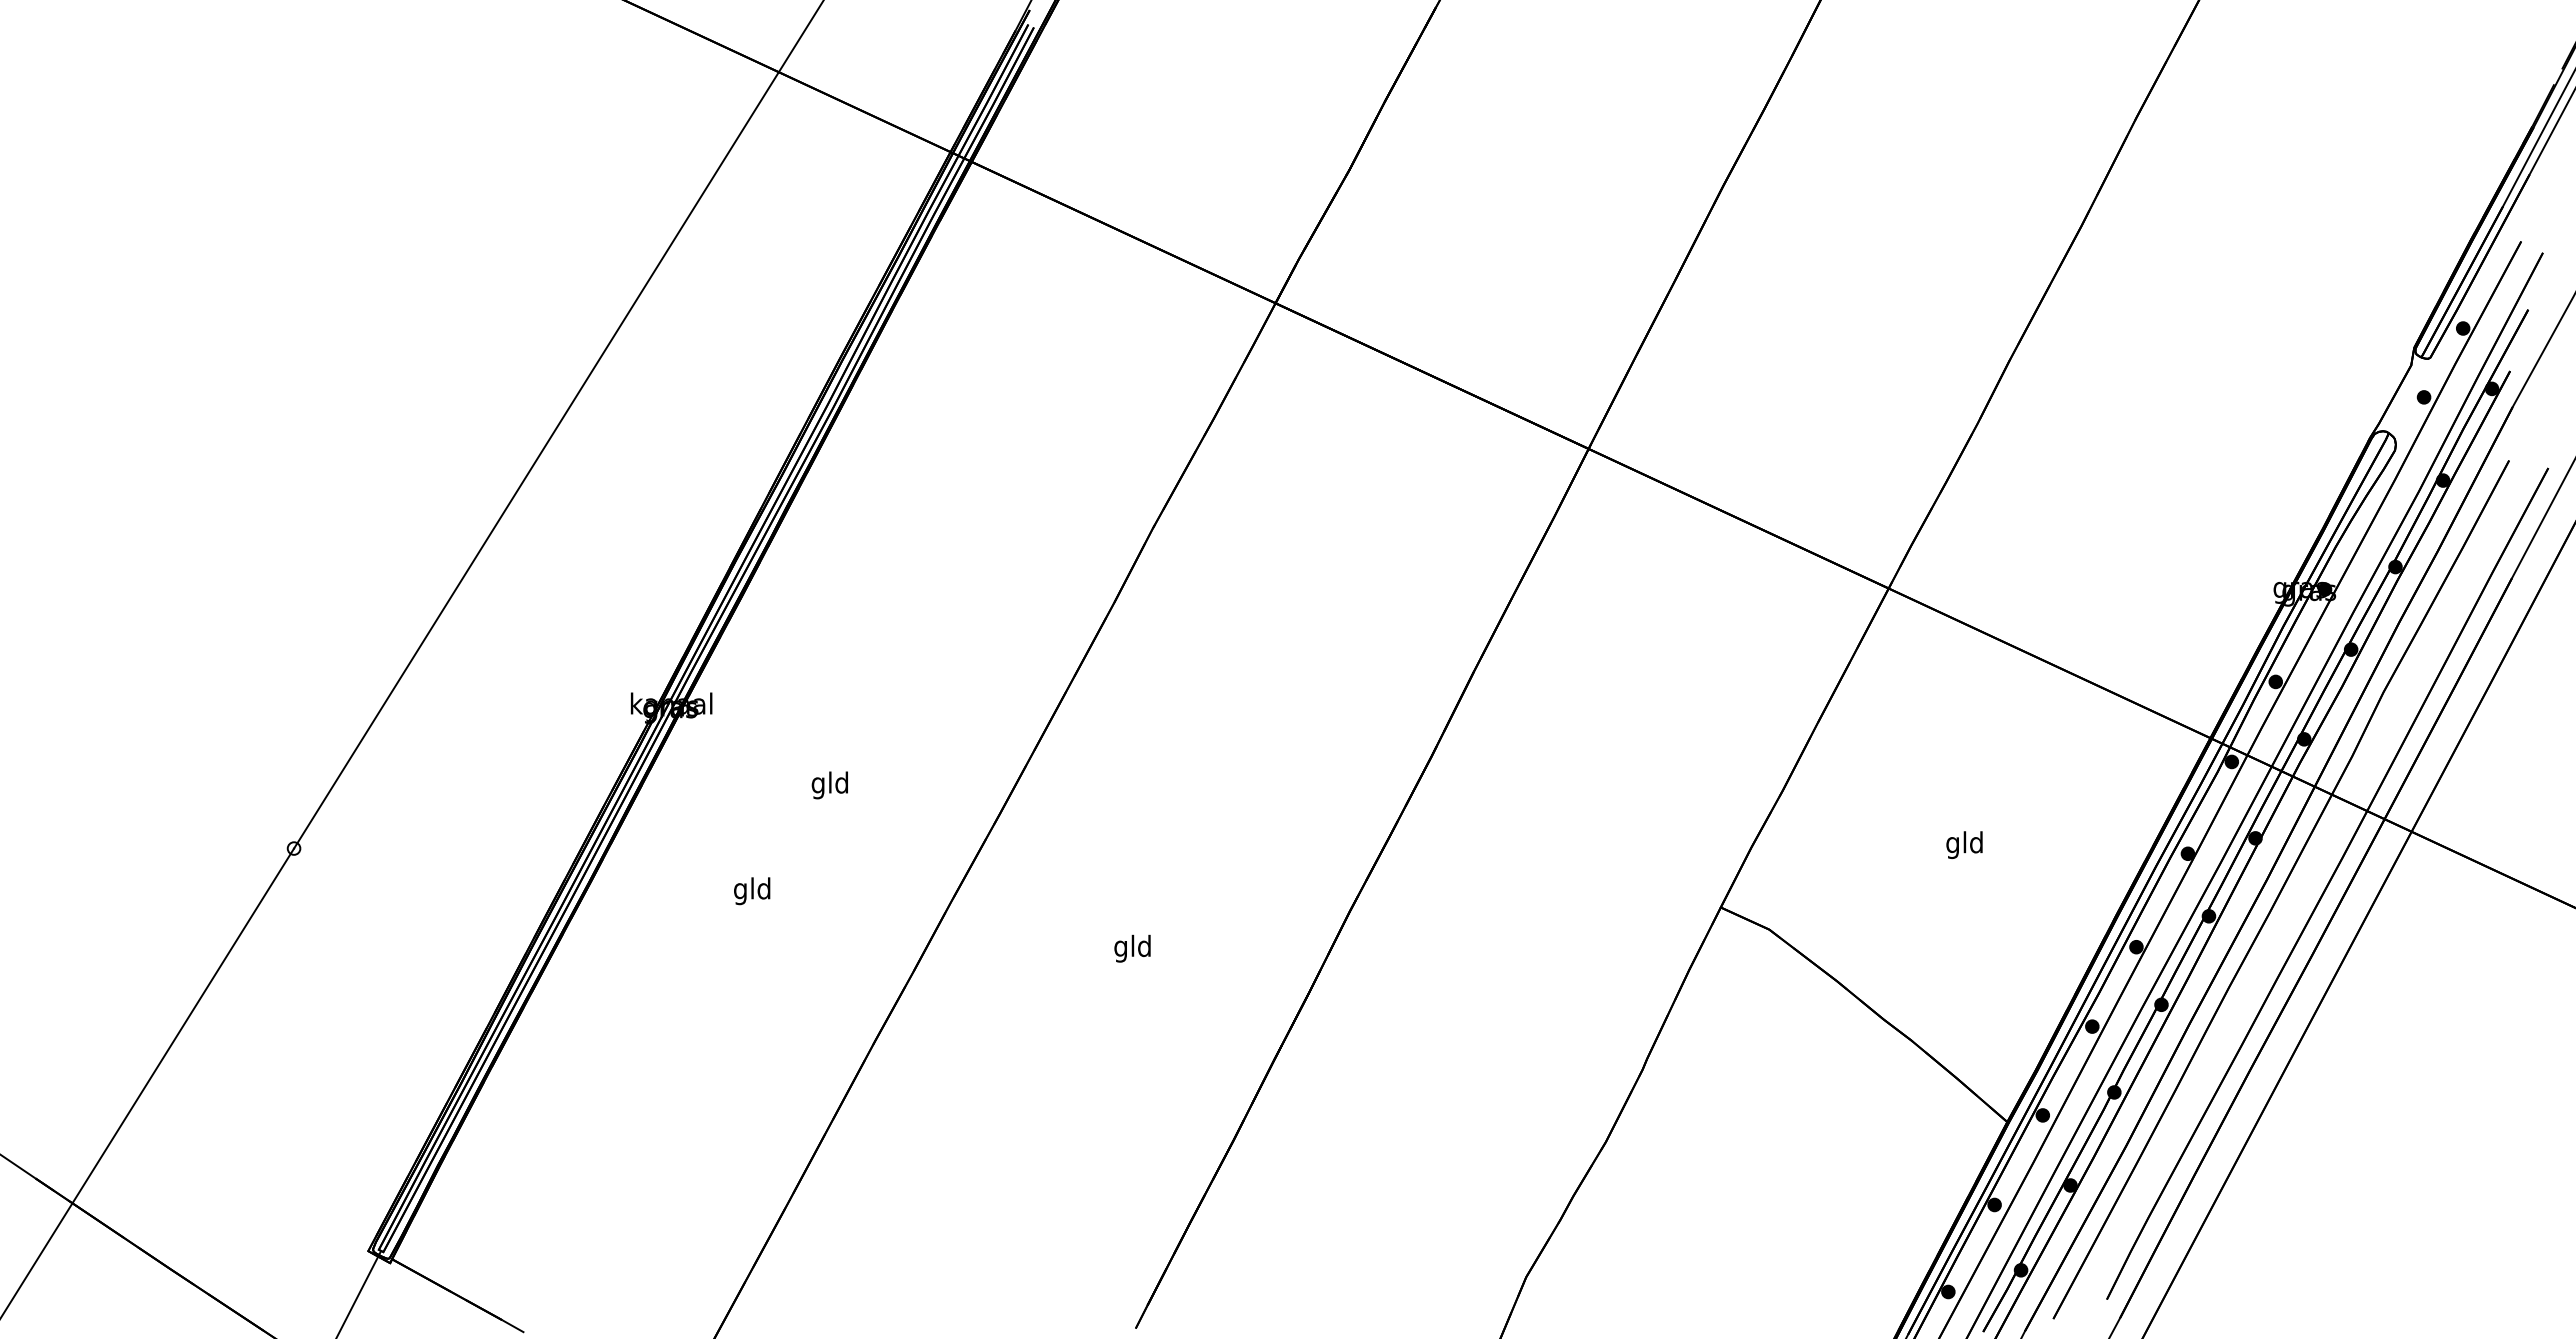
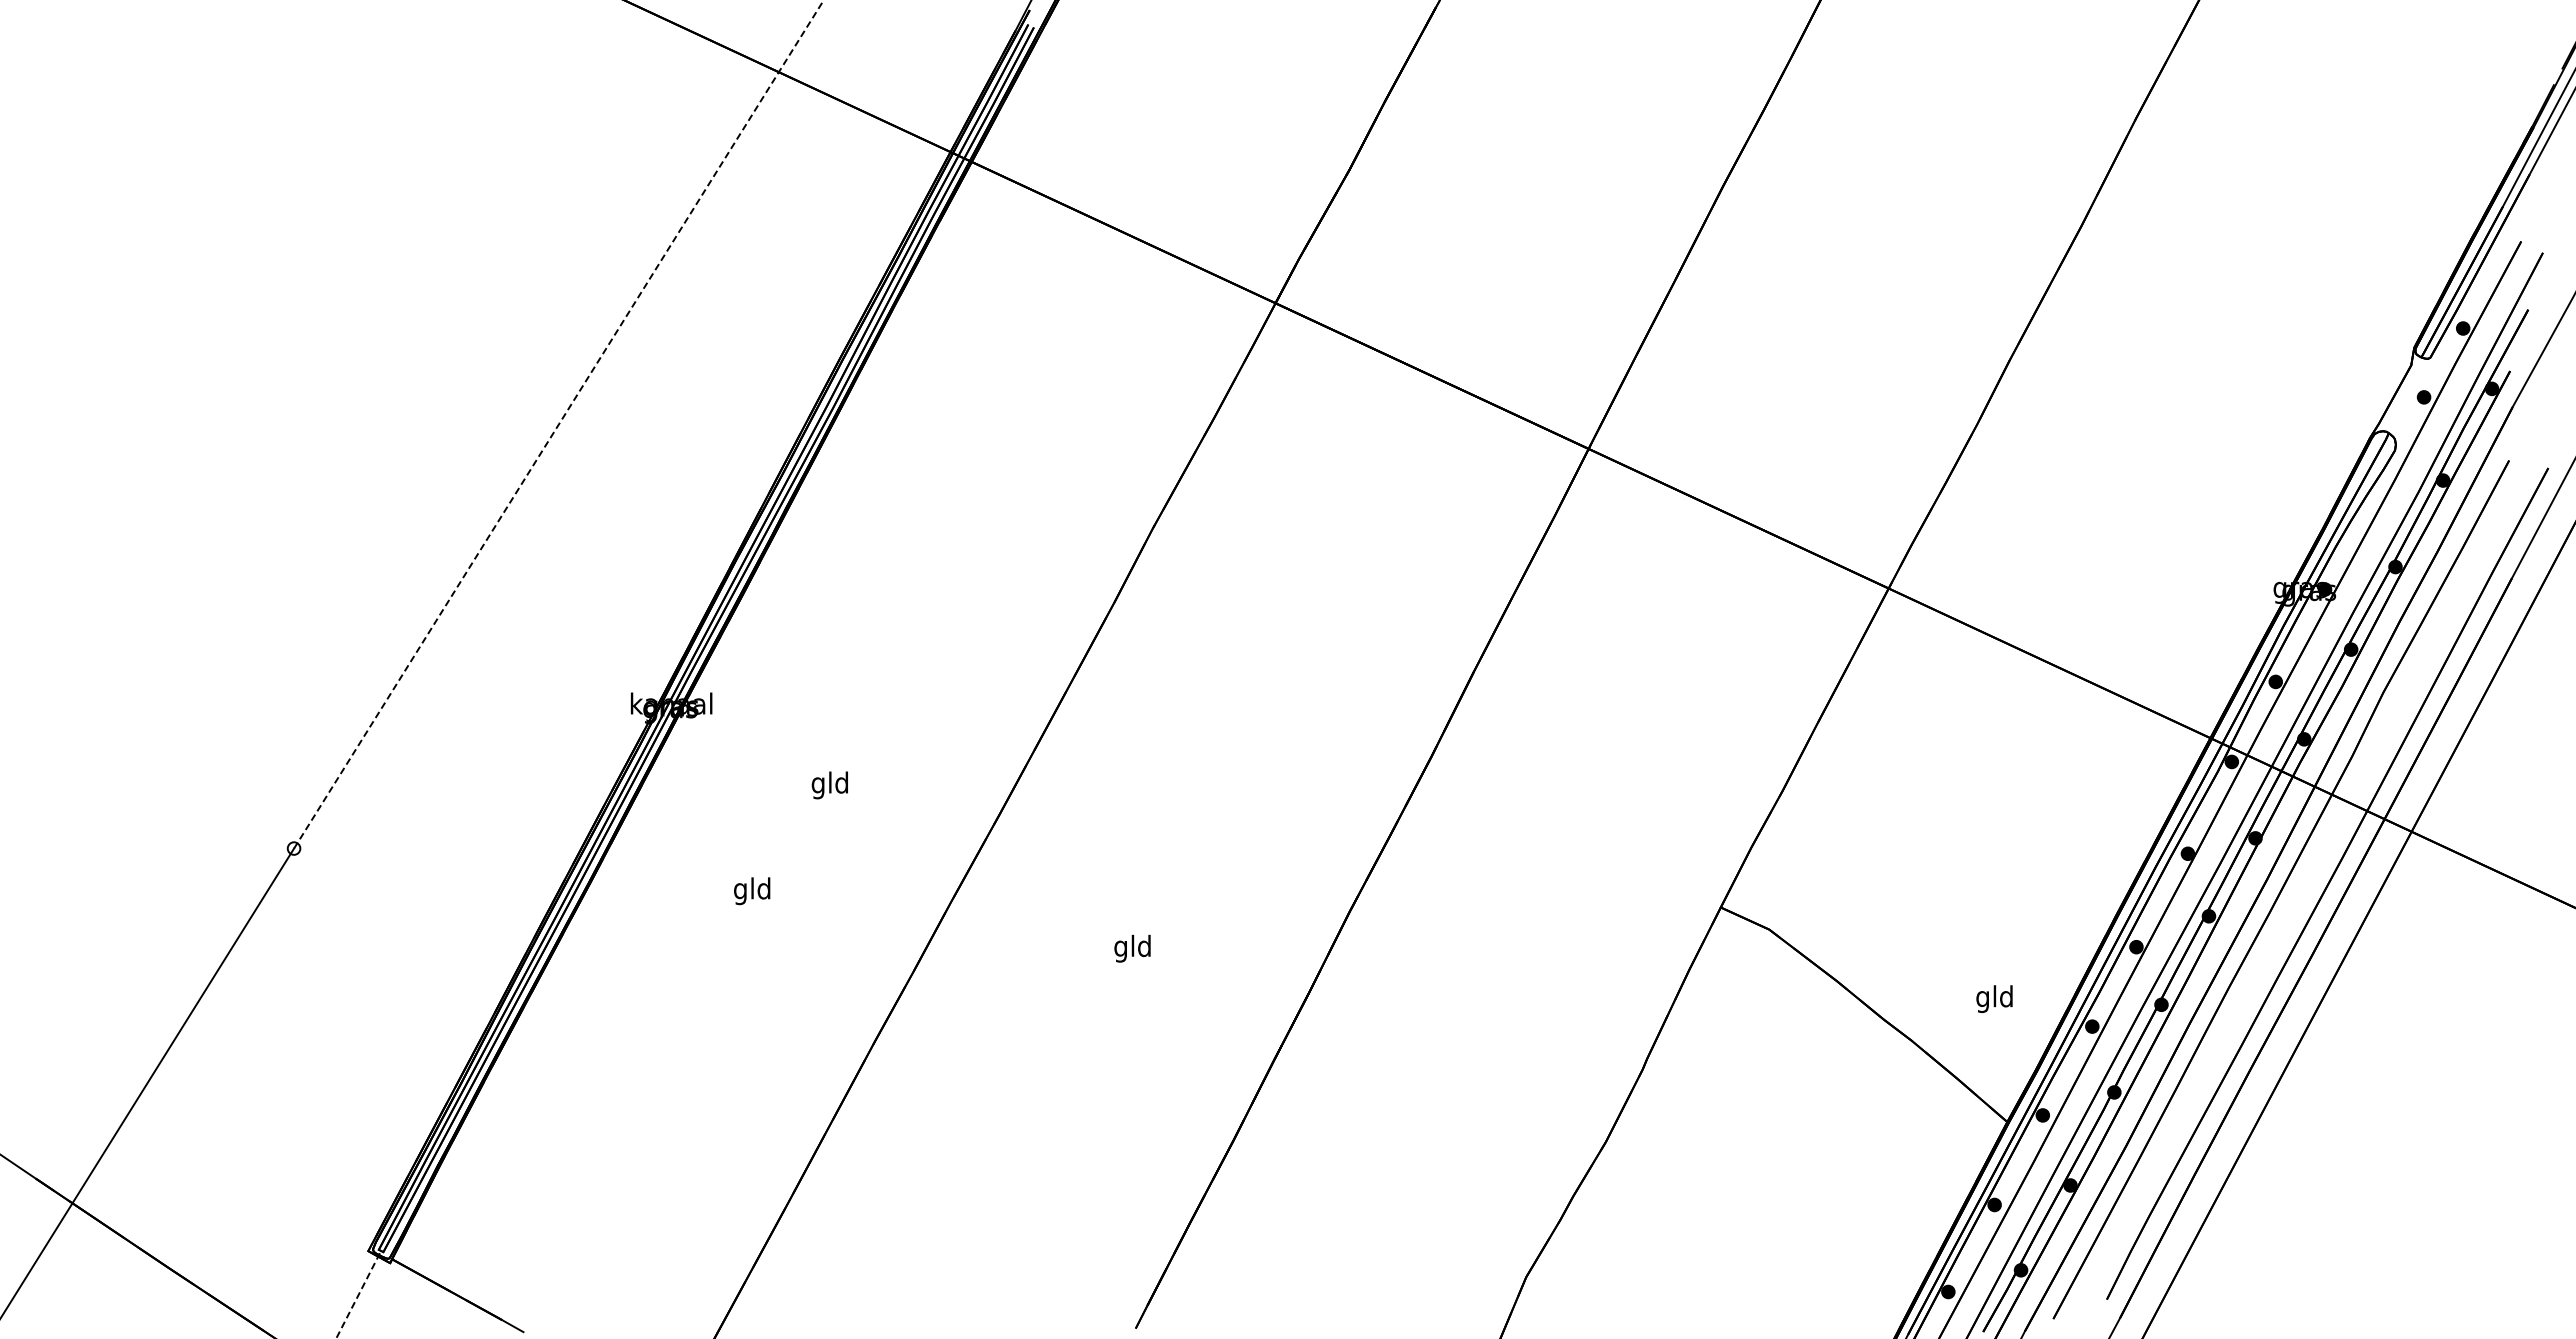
line at (558, 424): solid -> dashed
text at (1964, 844) position: (1964, 844) -> (1994, 998)
line at (358, 1294): solid -> dashed
